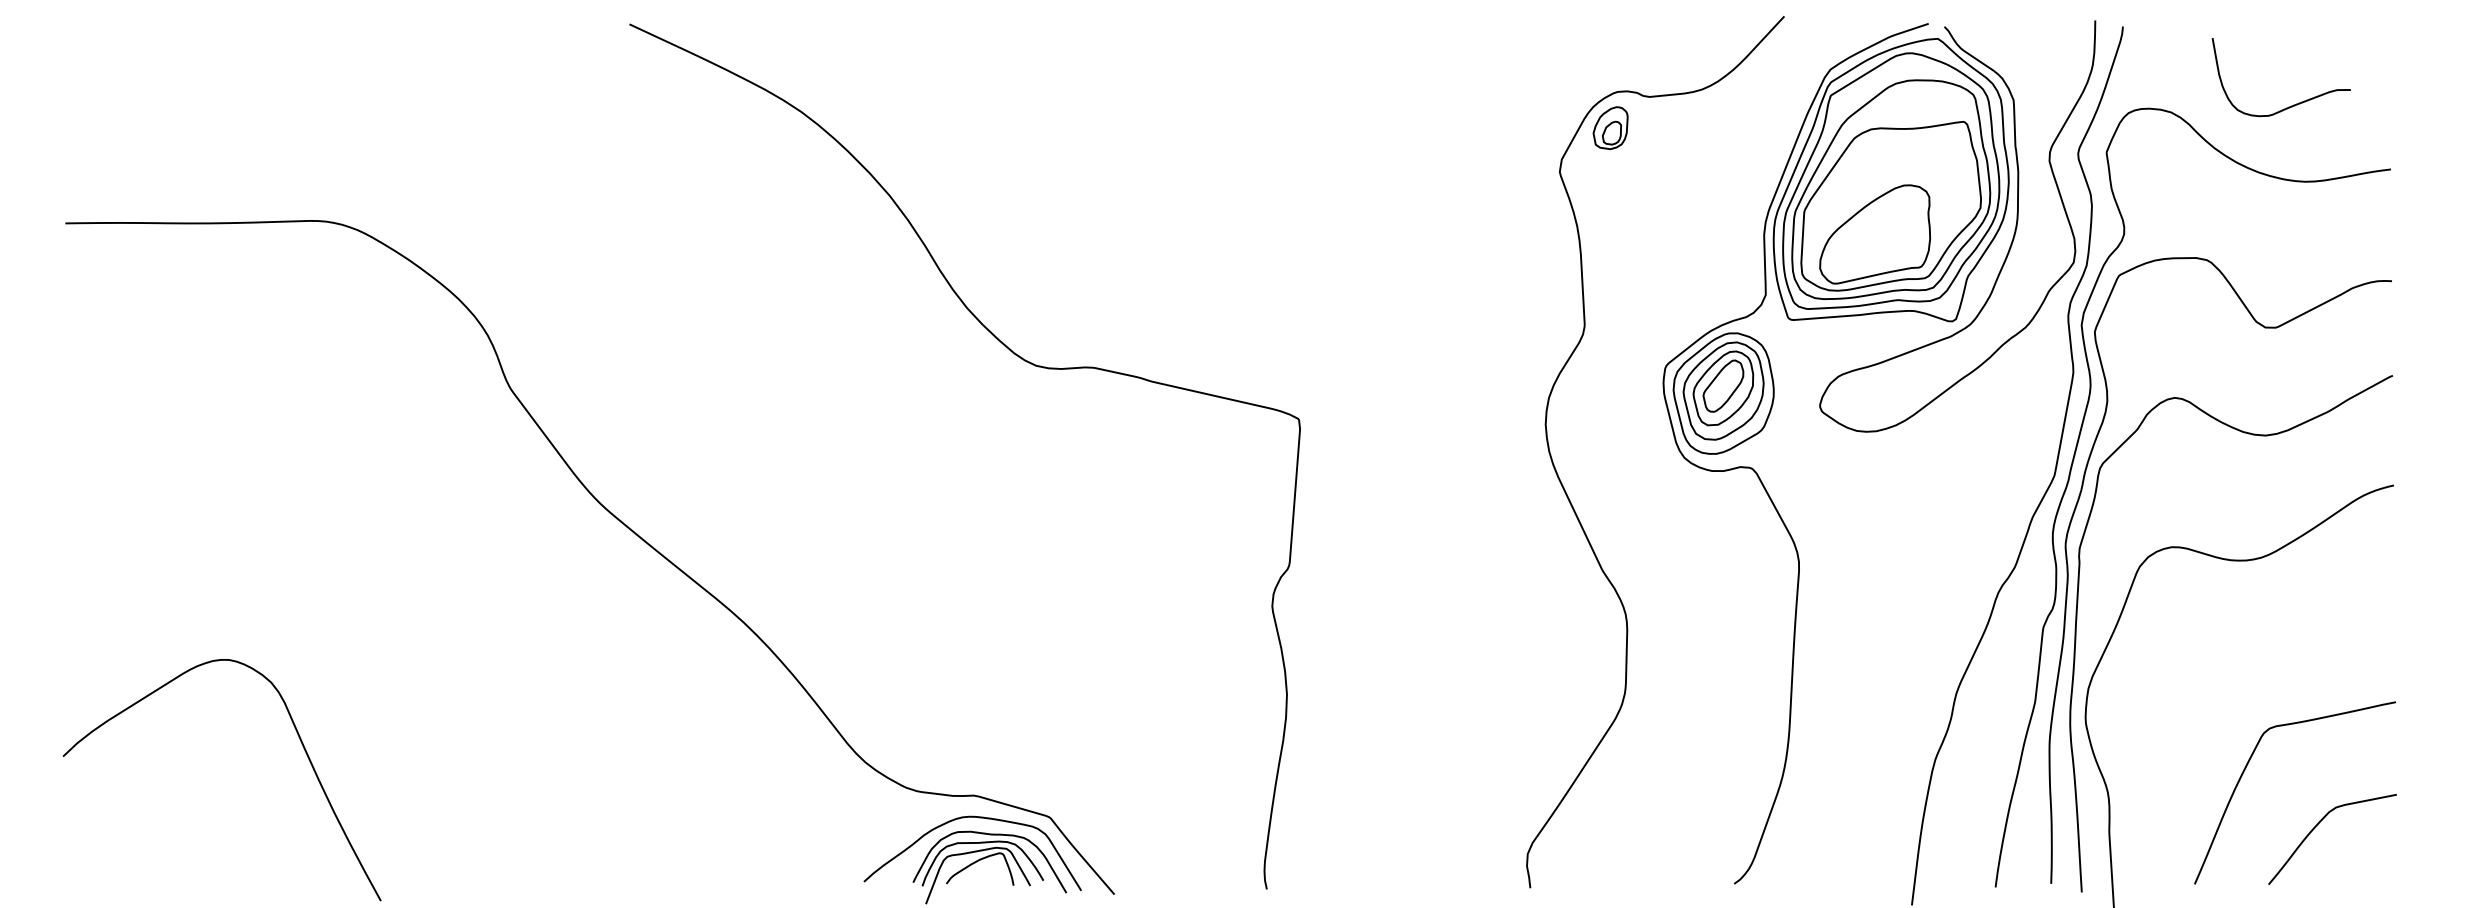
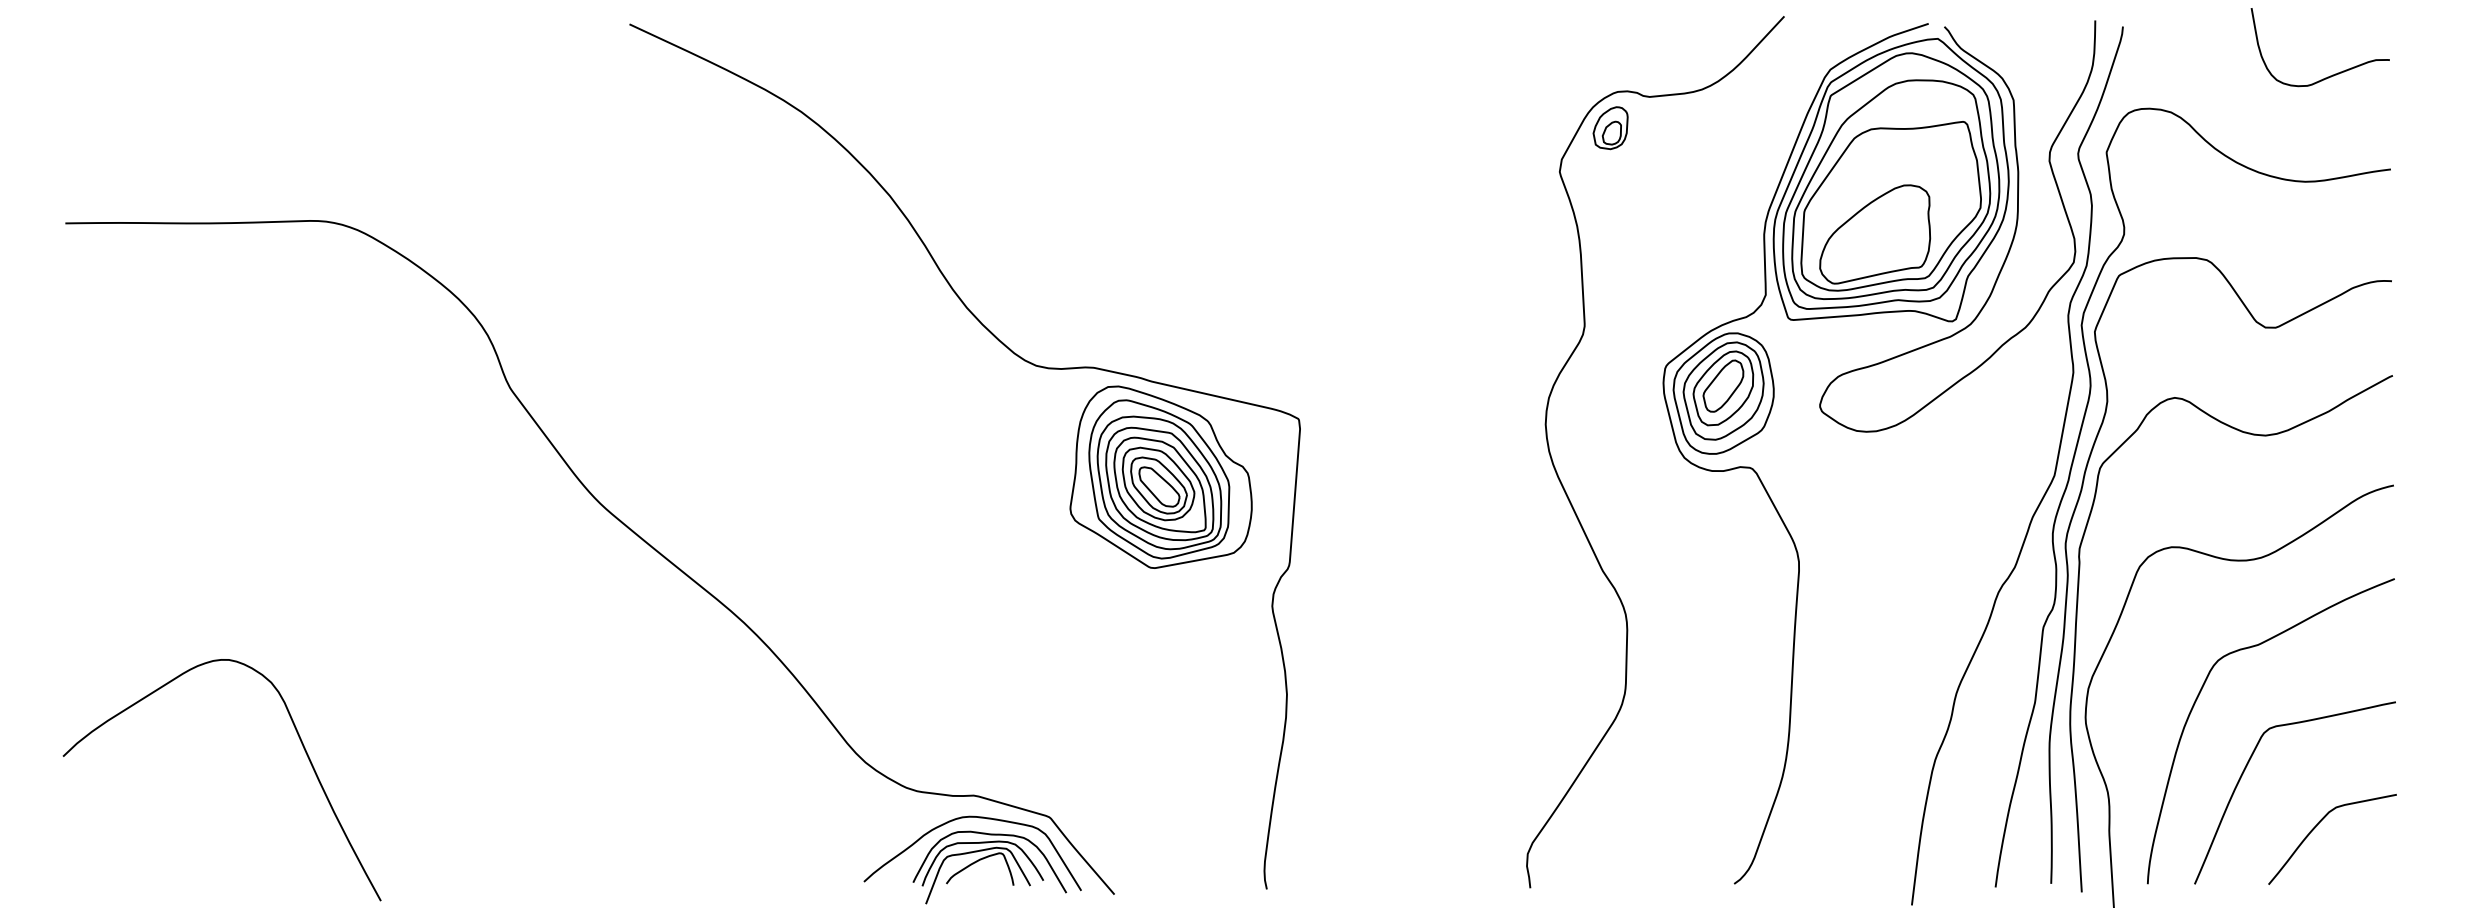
curve at (2293, 104) position: (2293, 104) -> (2332, 74)
part at (1160, 476): none -> present
curve at (2199, 695): none -> present
